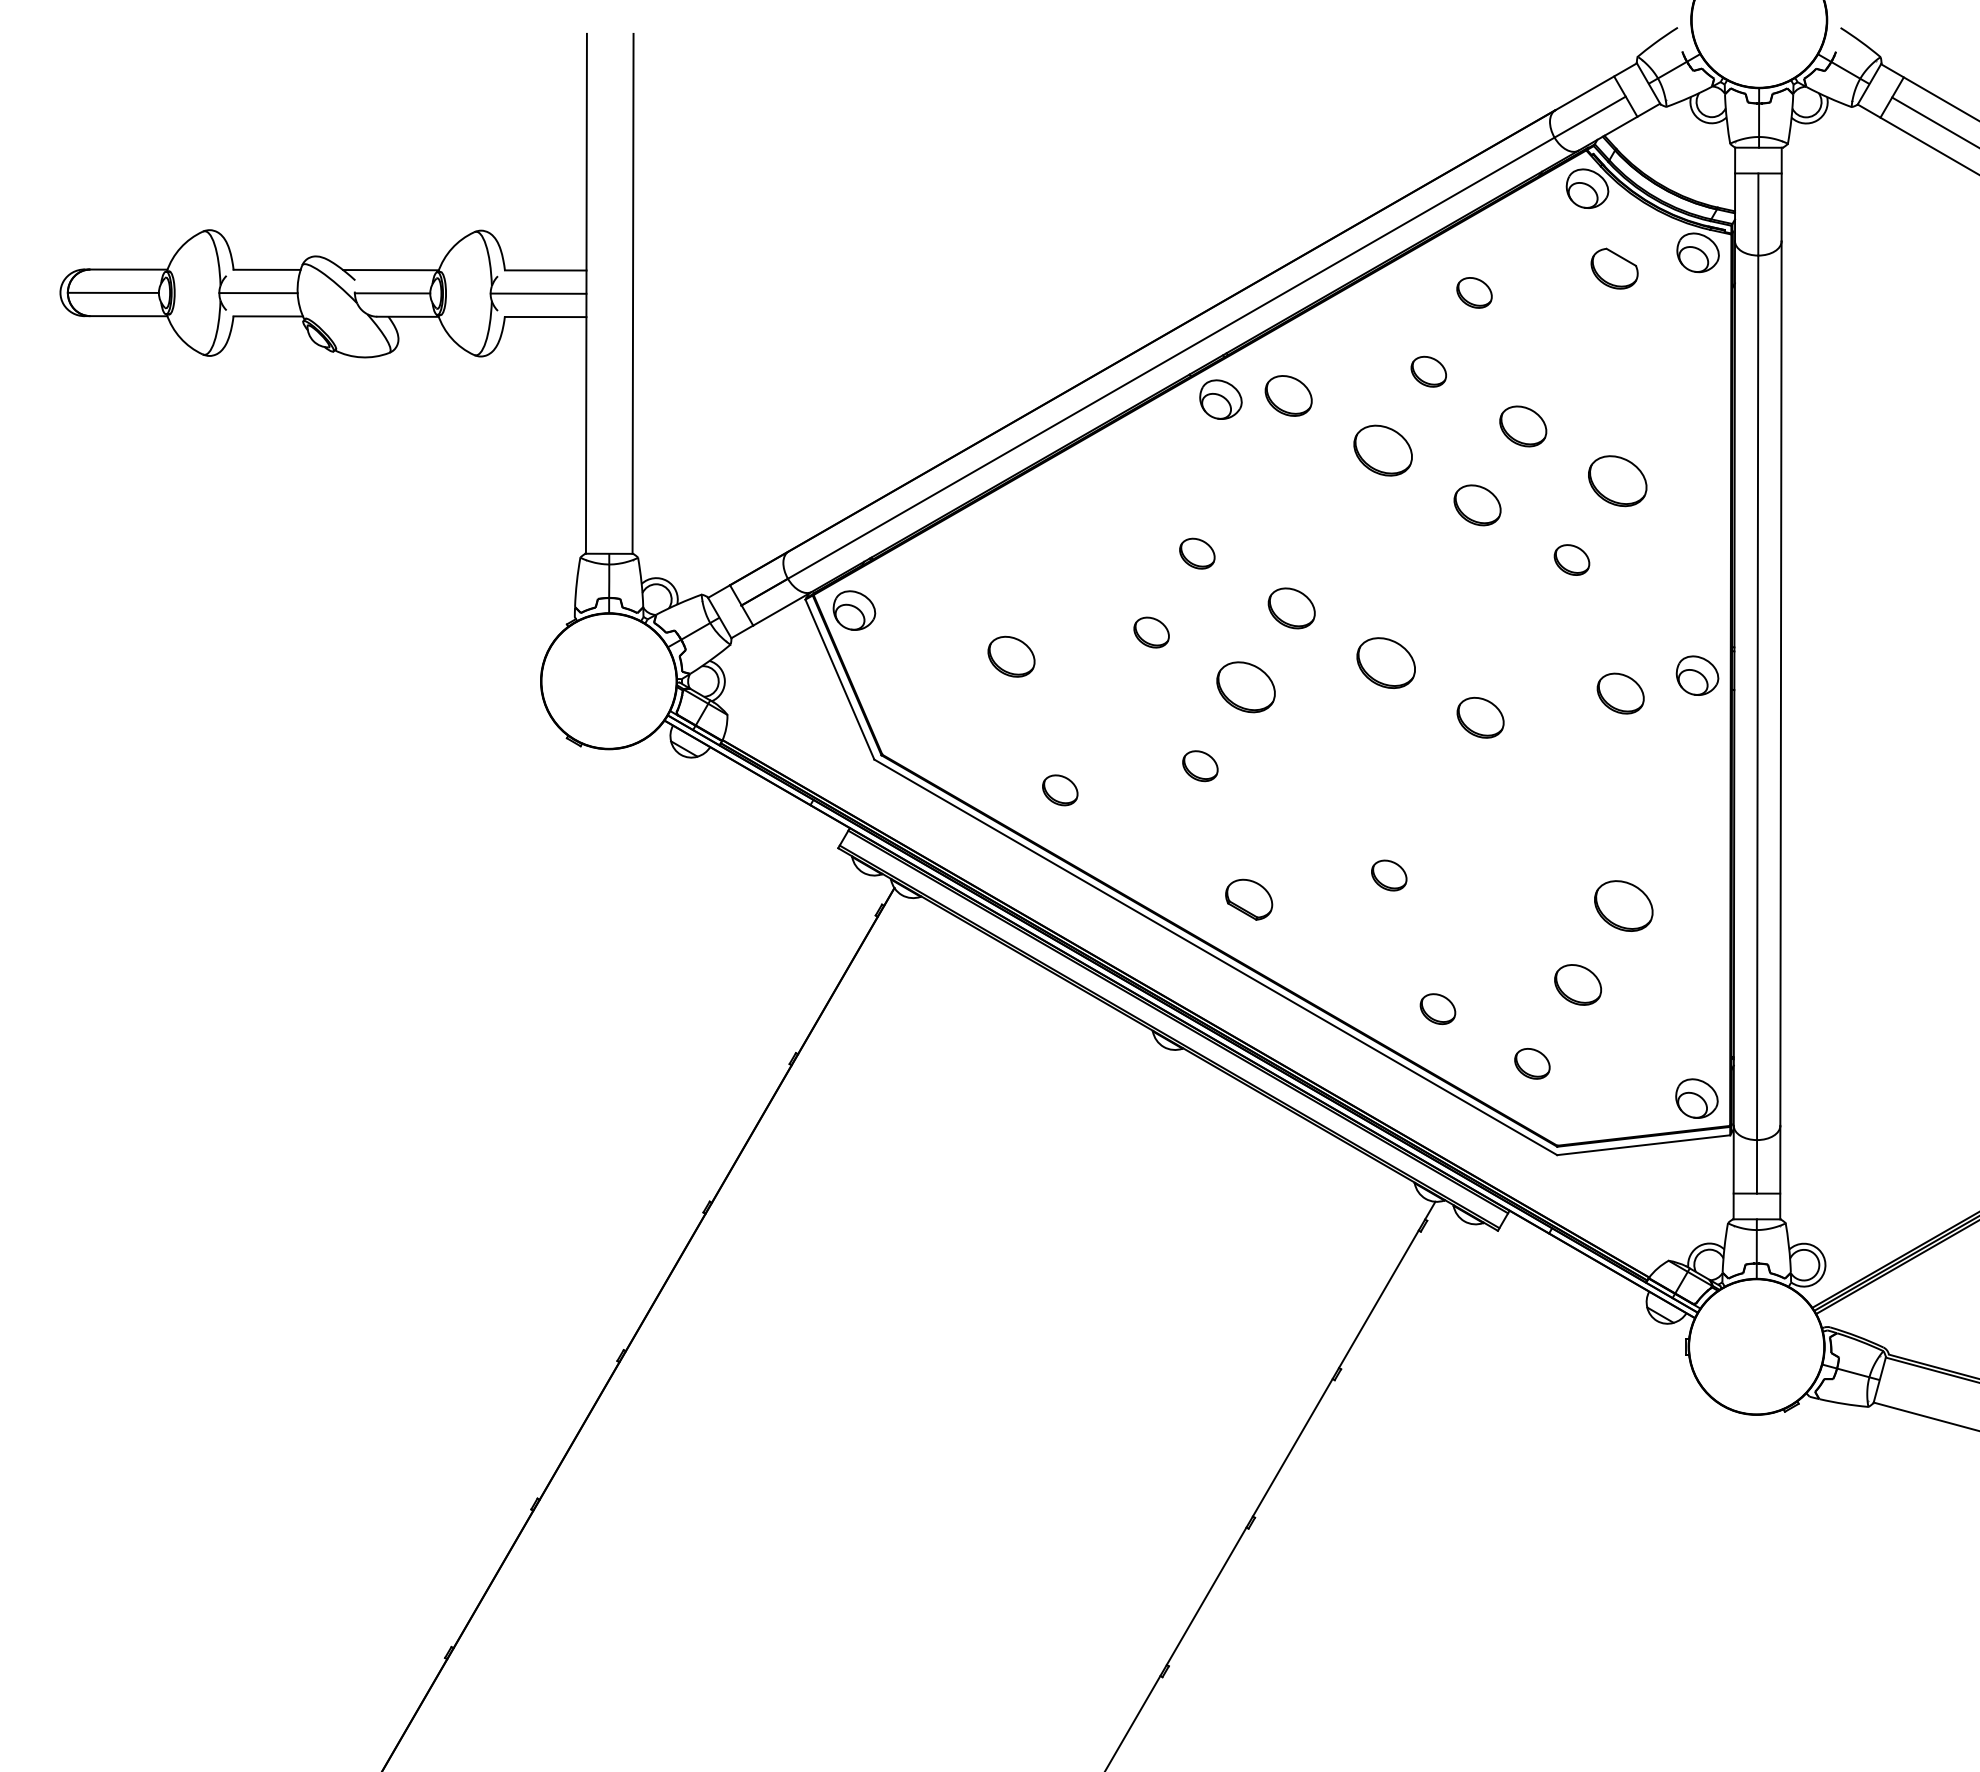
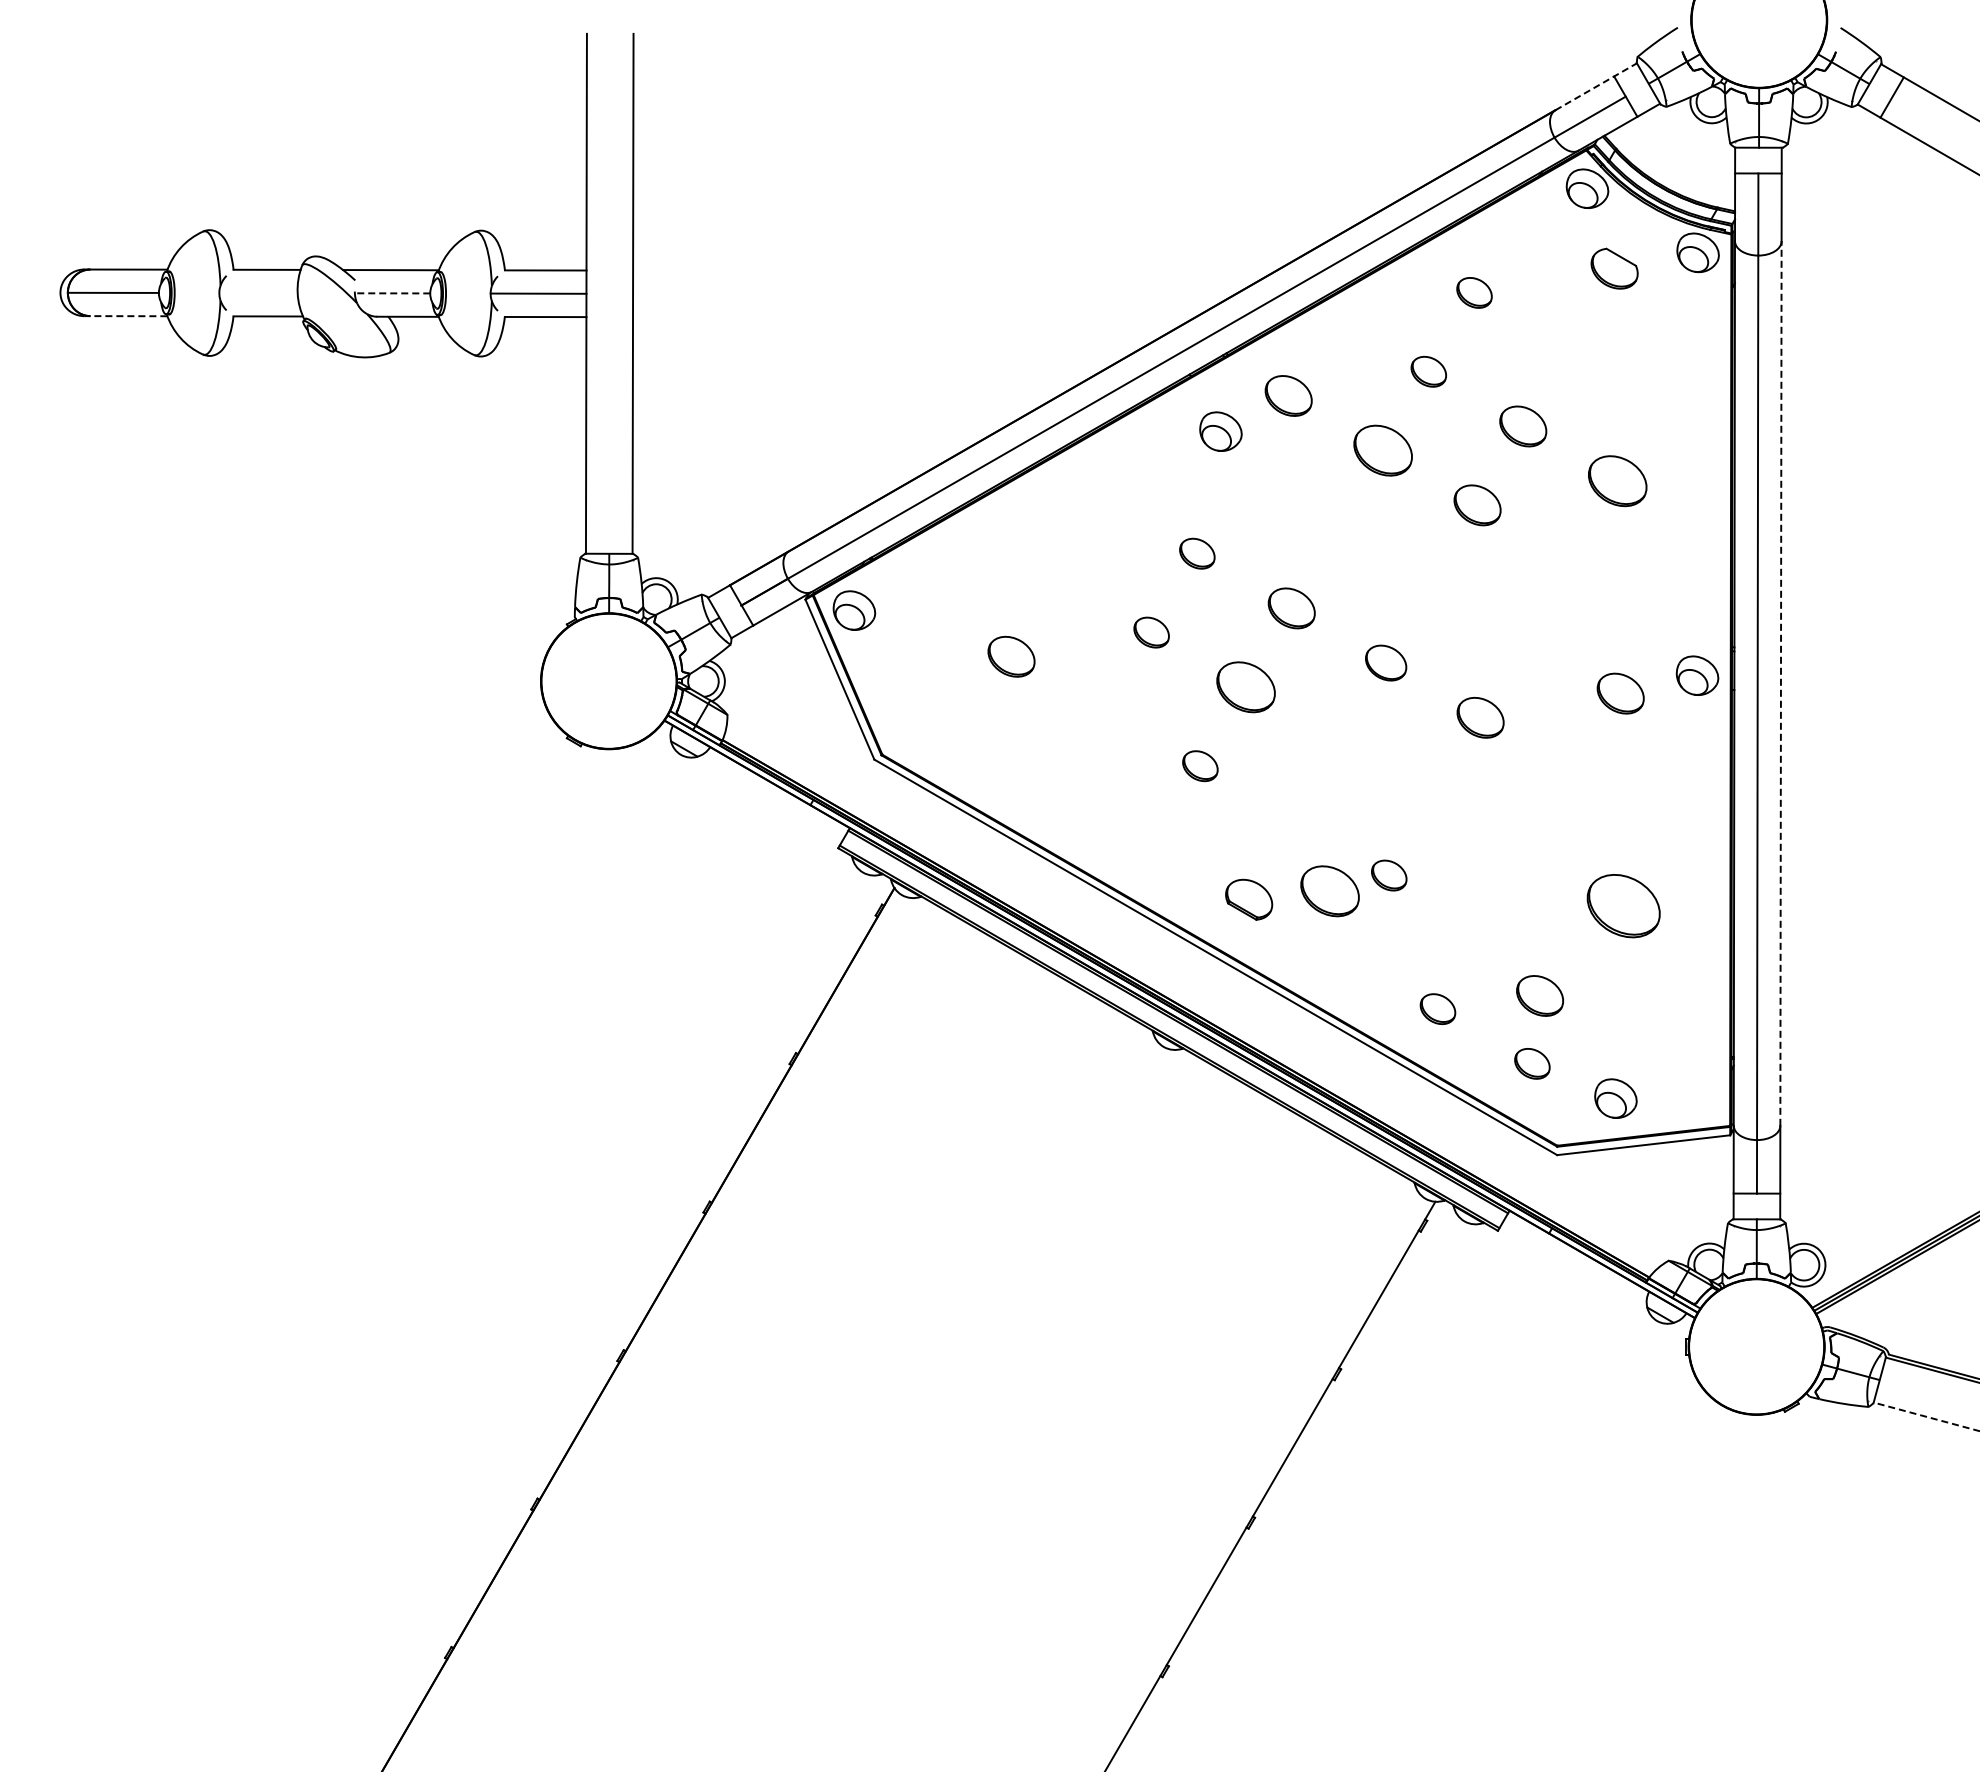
line at (1596, 86): solid -> dashed
line at (1934, 121): present -> none
line at (258, 293): present -> none
line at (392, 293): solid -> dashed
line at (125, 316): solid -> dashed
part at (1220, 399) position: (1220, 399) -> (1220, 431)
part at (1571, 559): present -> none
part at (1385, 662) size: 60x52 px -> 43x38 px
line at (1780, 683): solid -> dashed
part at (1060, 790): present -> none
part at (1329, 891): none -> present
part at (1623, 905) size: 60x52 px -> 75x65 px
part at (1577, 984) position: (1577, 984) -> (1539, 995)
part at (1696, 1098) position: (1696, 1098) -> (1615, 1098)
line at (1926, 1416): solid -> dashed
